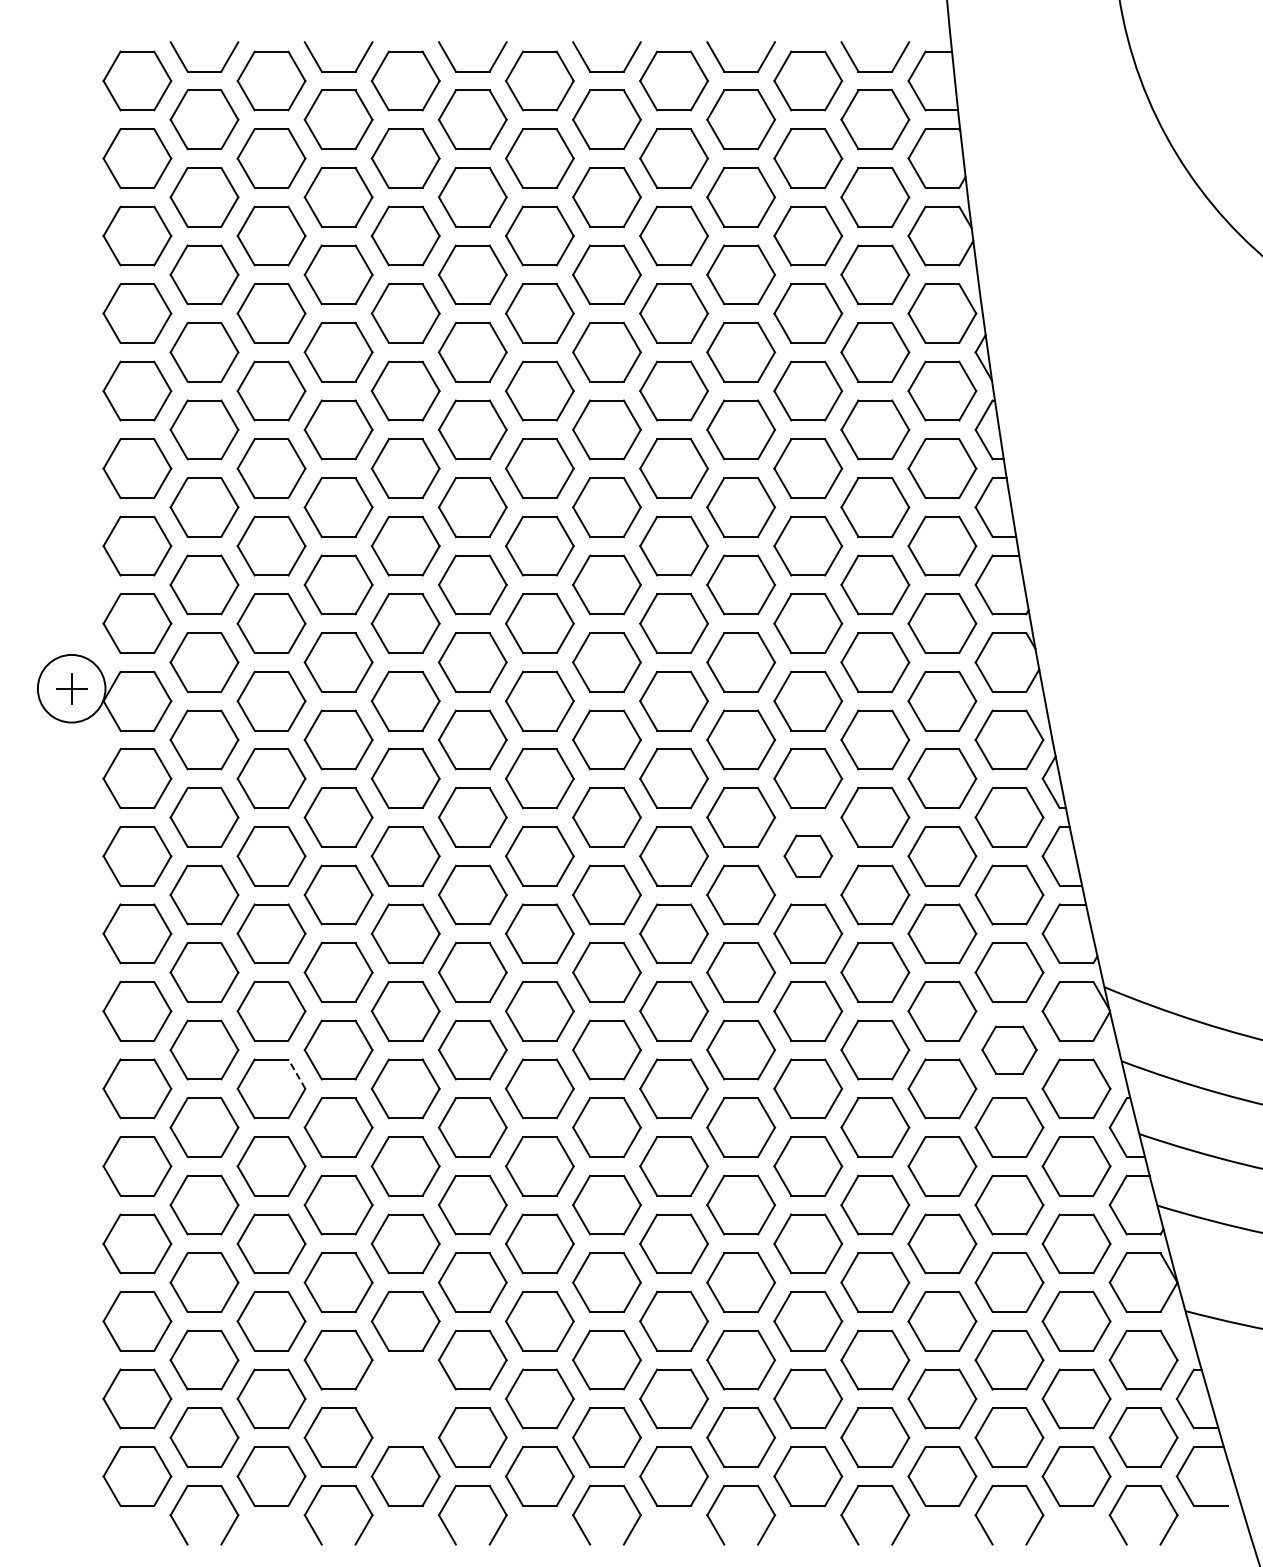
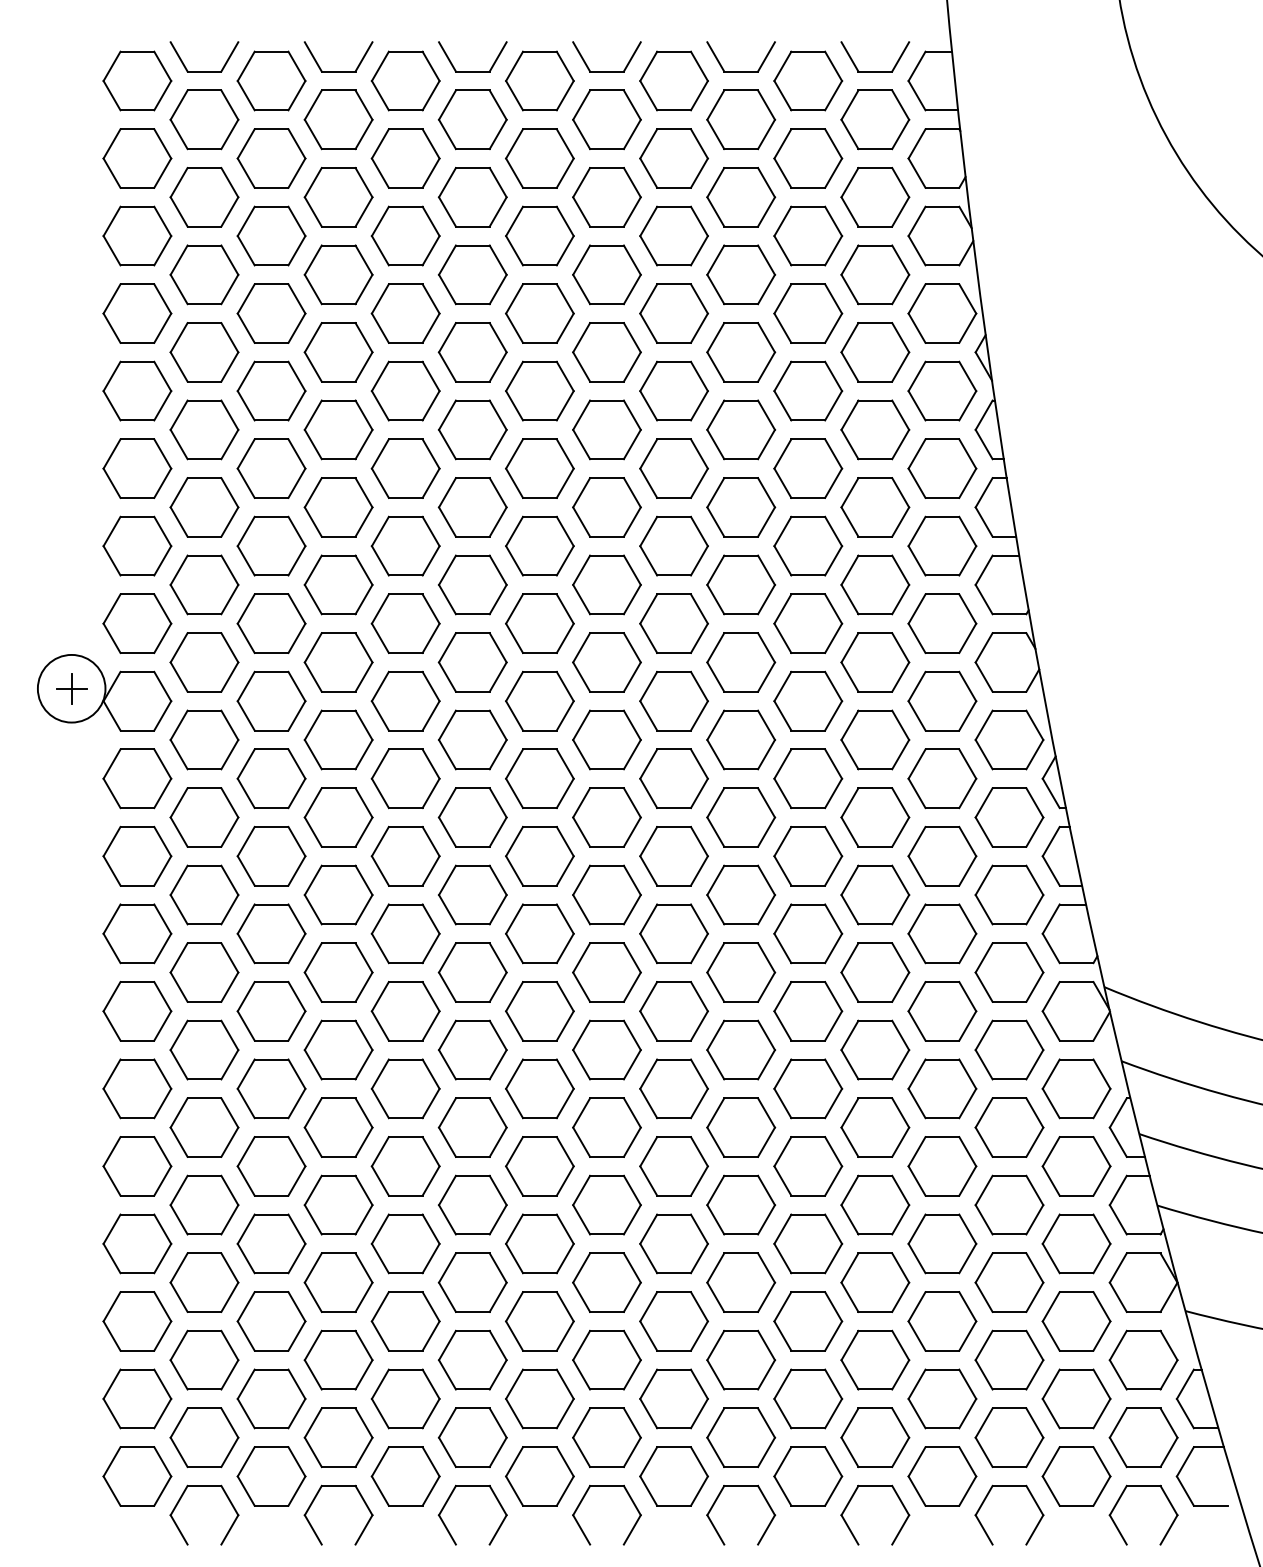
part at (808, 855) size: 51x44 px -> 71x62 px
part at (1009, 1049) size: 57x50 px -> 71x62 px
line at (296, 1074): dashed -> solid
part at (405, 1398): none -> present
